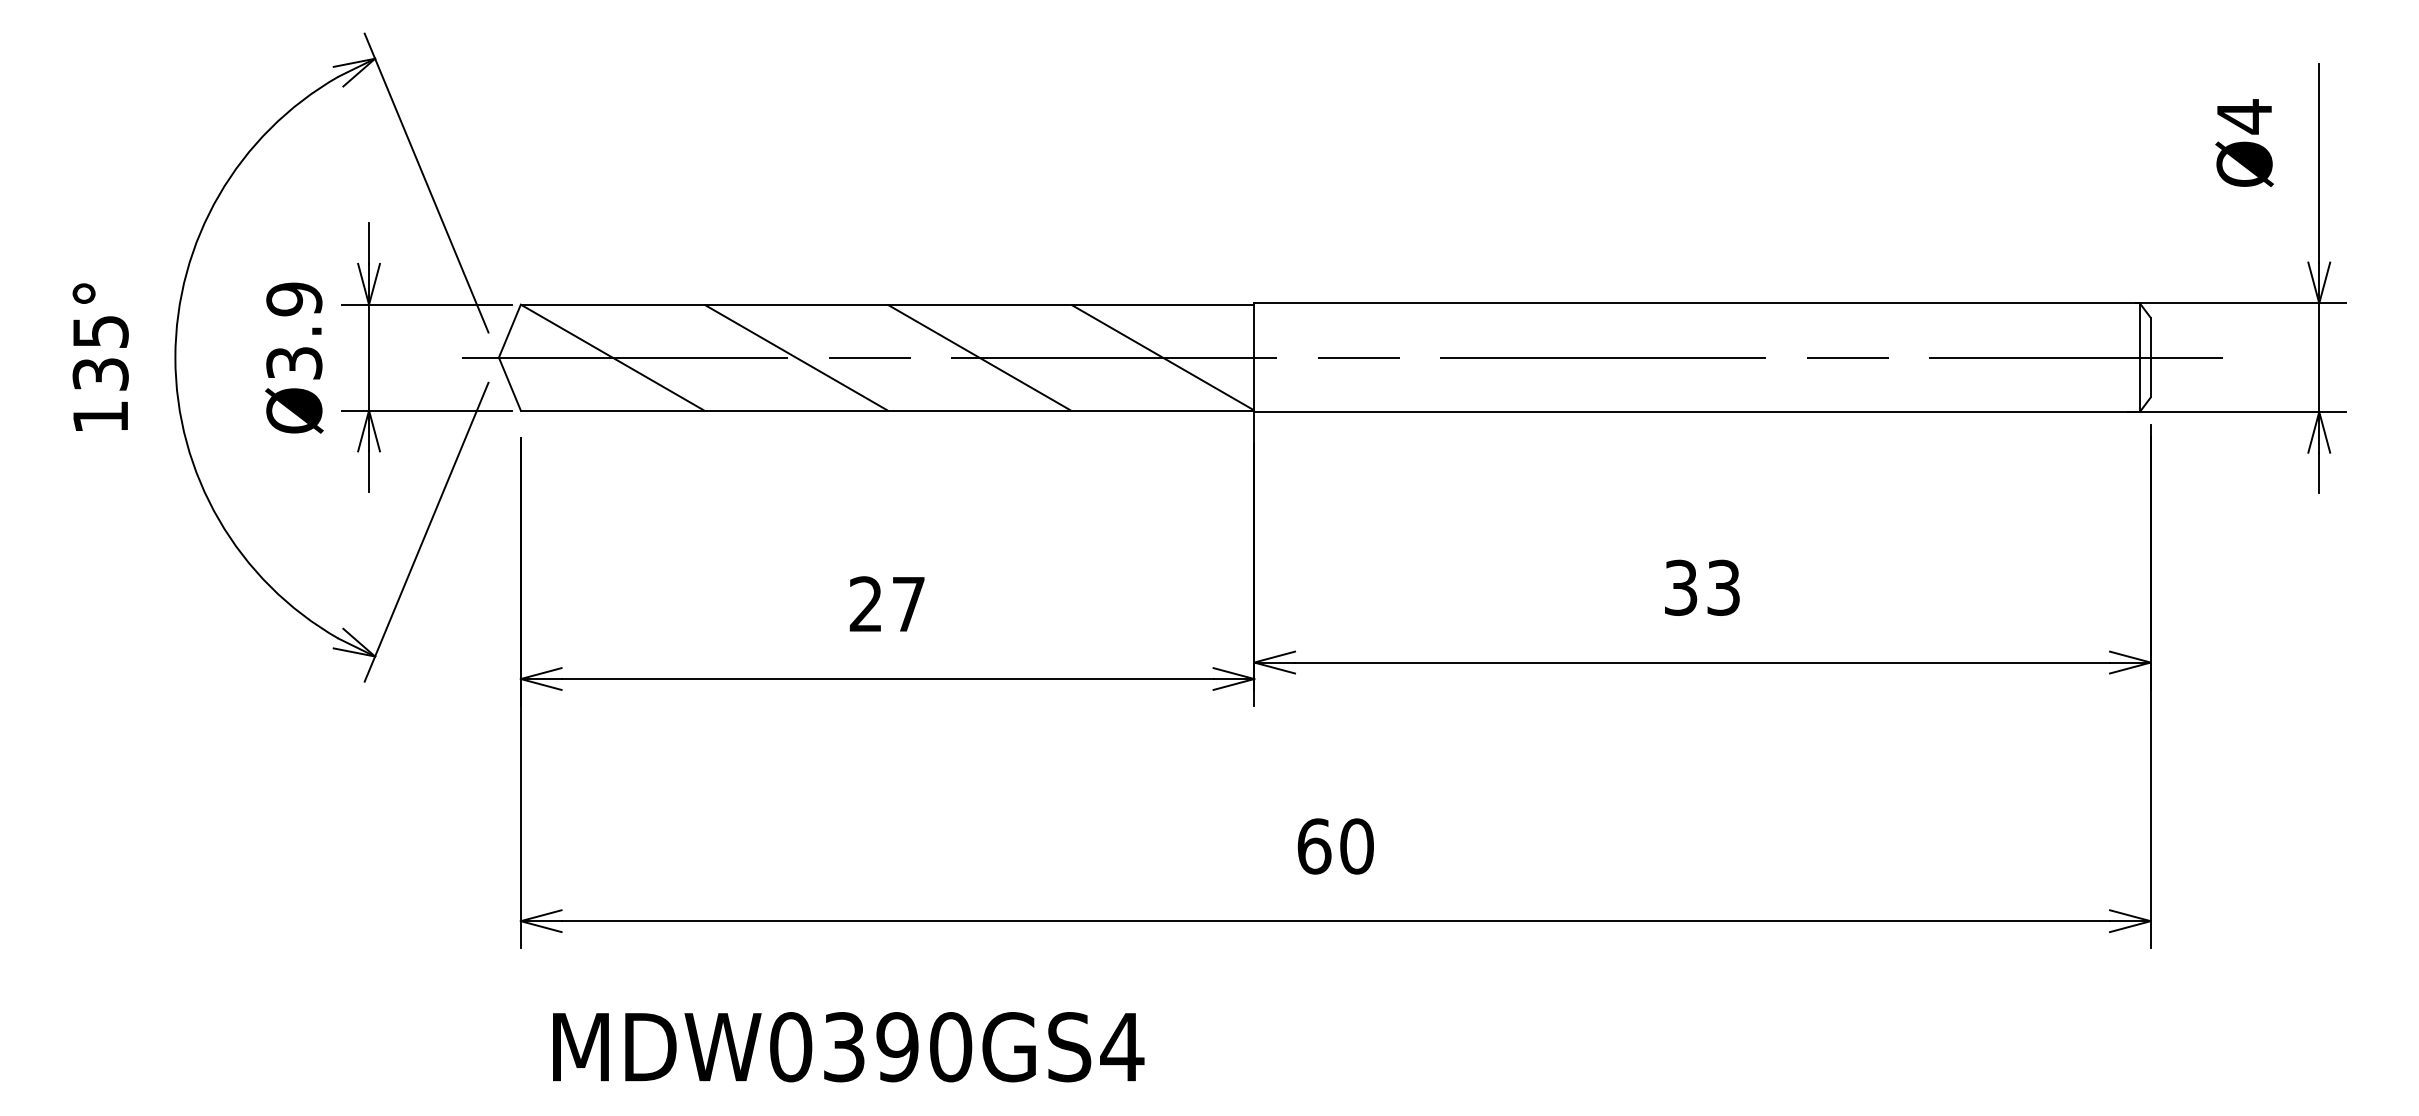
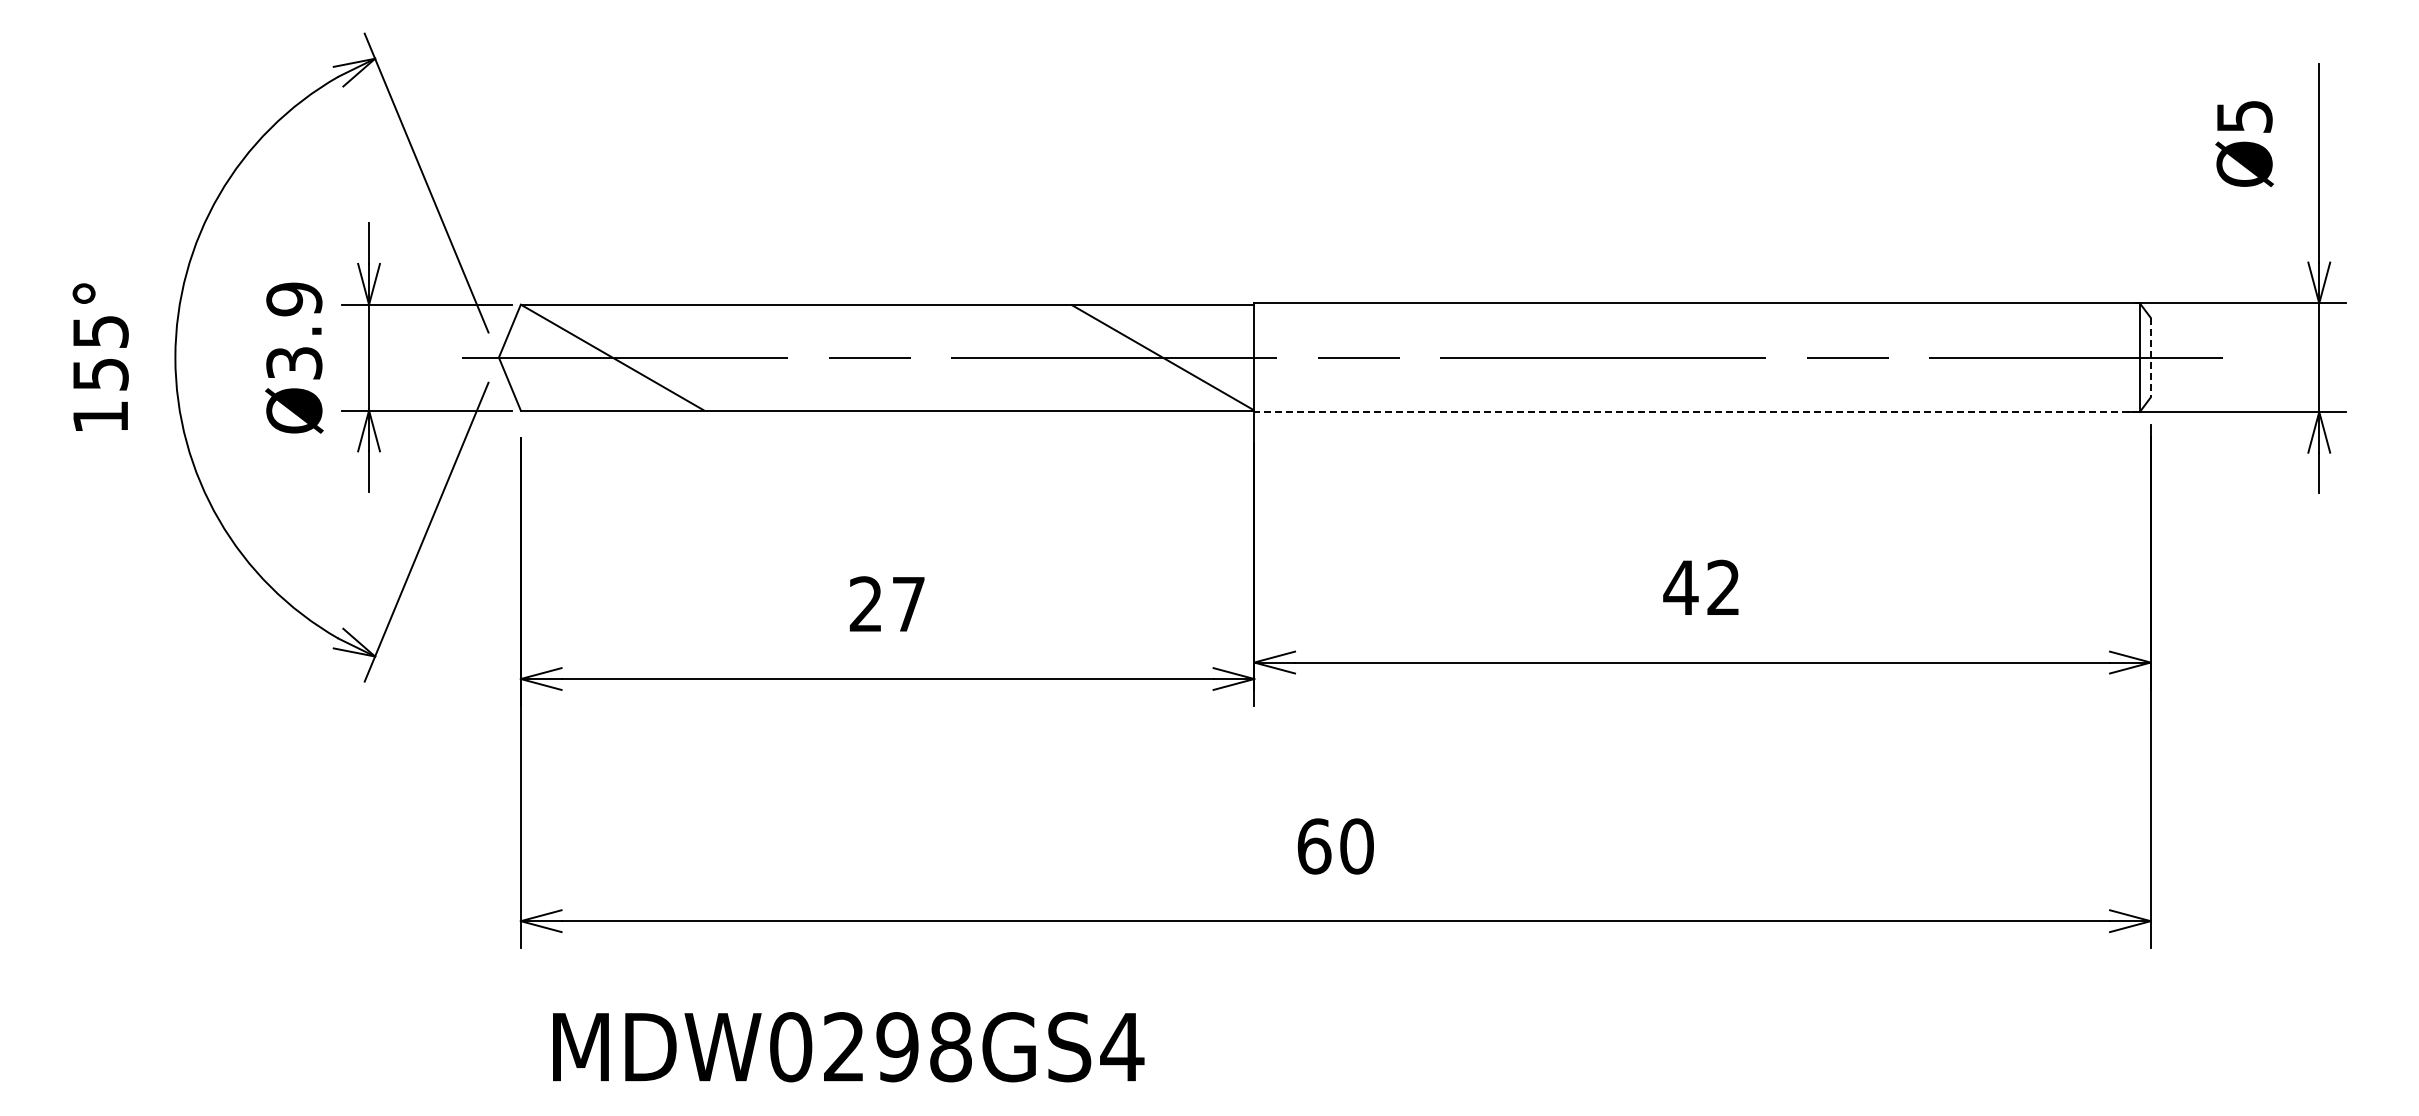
text at (2244, 116): Ø4 -> Ø5
line at (795, 357): present -> none
line at (979, 357): present -> none
line at (2150, 357): solid -> dashed
text at (100, 374): 135° -> 155°
line at (1697, 411): solid -> dashed
text at (1701, 587): 33 -> 42
text at (898, 1047): MDW0390GS4 -> MDW0298GS4
